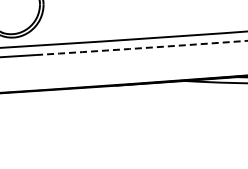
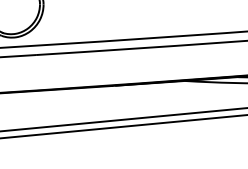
arc at (142, 48): dashed -> solid
line at (123, 119): none -> present
line at (123, 126): none -> present
